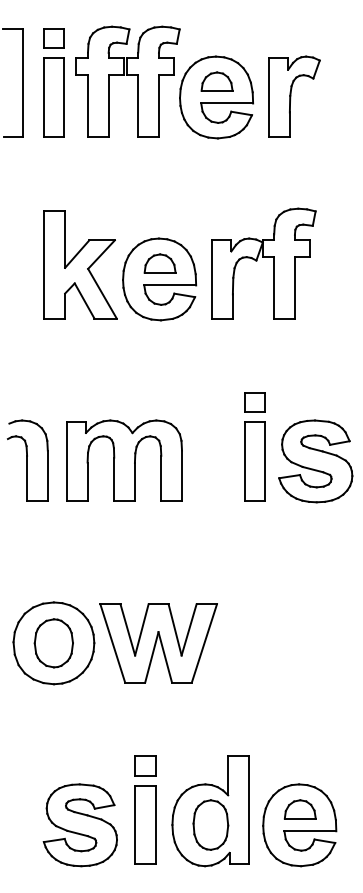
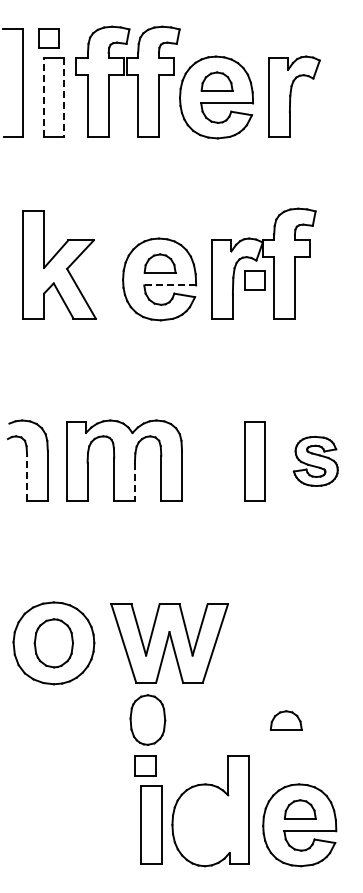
part at (53, 38) position: (53, 38) -> (48, 38)
line at (43, 97): solid -> dashed
line at (64, 98): solid -> dashed
part at (80, 264) position: (80, 264) -> (59, 264)
line at (170, 285): solid -> dashed
part at (254, 402) position: (254, 402) -> (254, 280)
part at (315, 461) size: 76x85 px -> 47x51 px
line at (27, 477): solid -> dashed
line at (134, 481): solid -> dashed
part at (158, 643) position: (158, 643) -> (169, 643)
part at (285, 720): none -> present
part at (145, 824) position: (145, 824) -> (151, 824)
part at (210, 824) position: (210, 824) -> (147, 719)
part at (79, 825): present -> none
